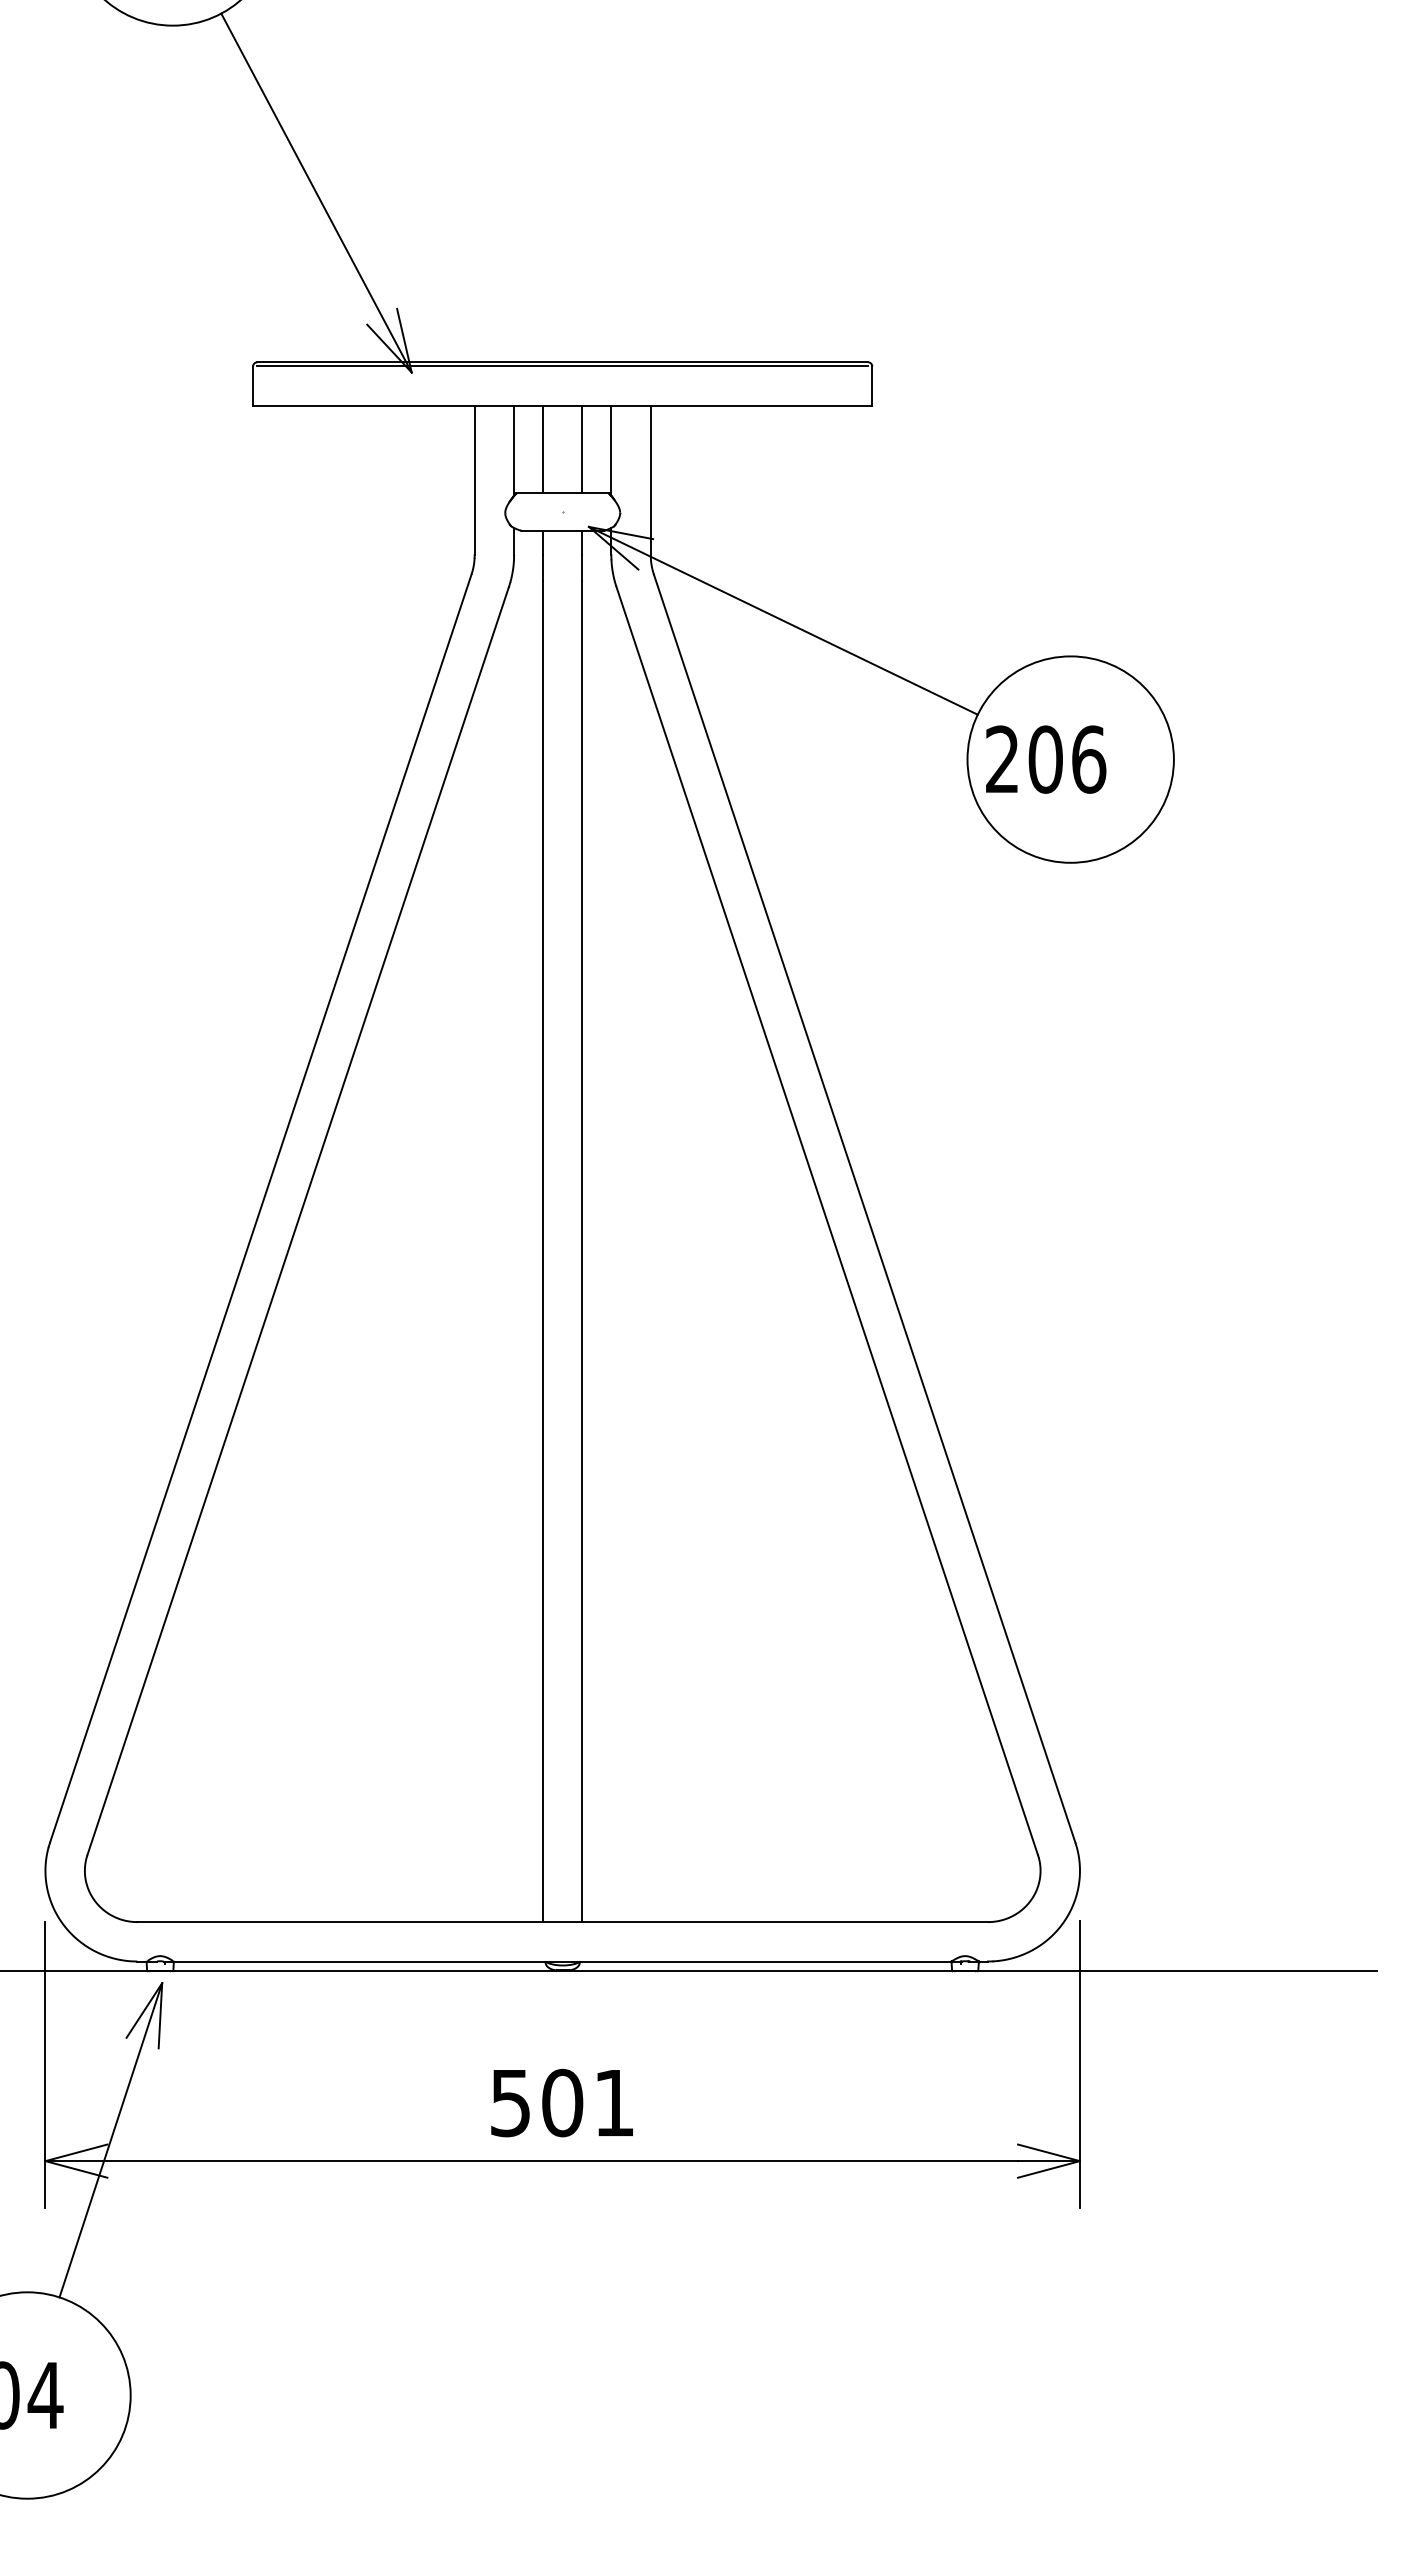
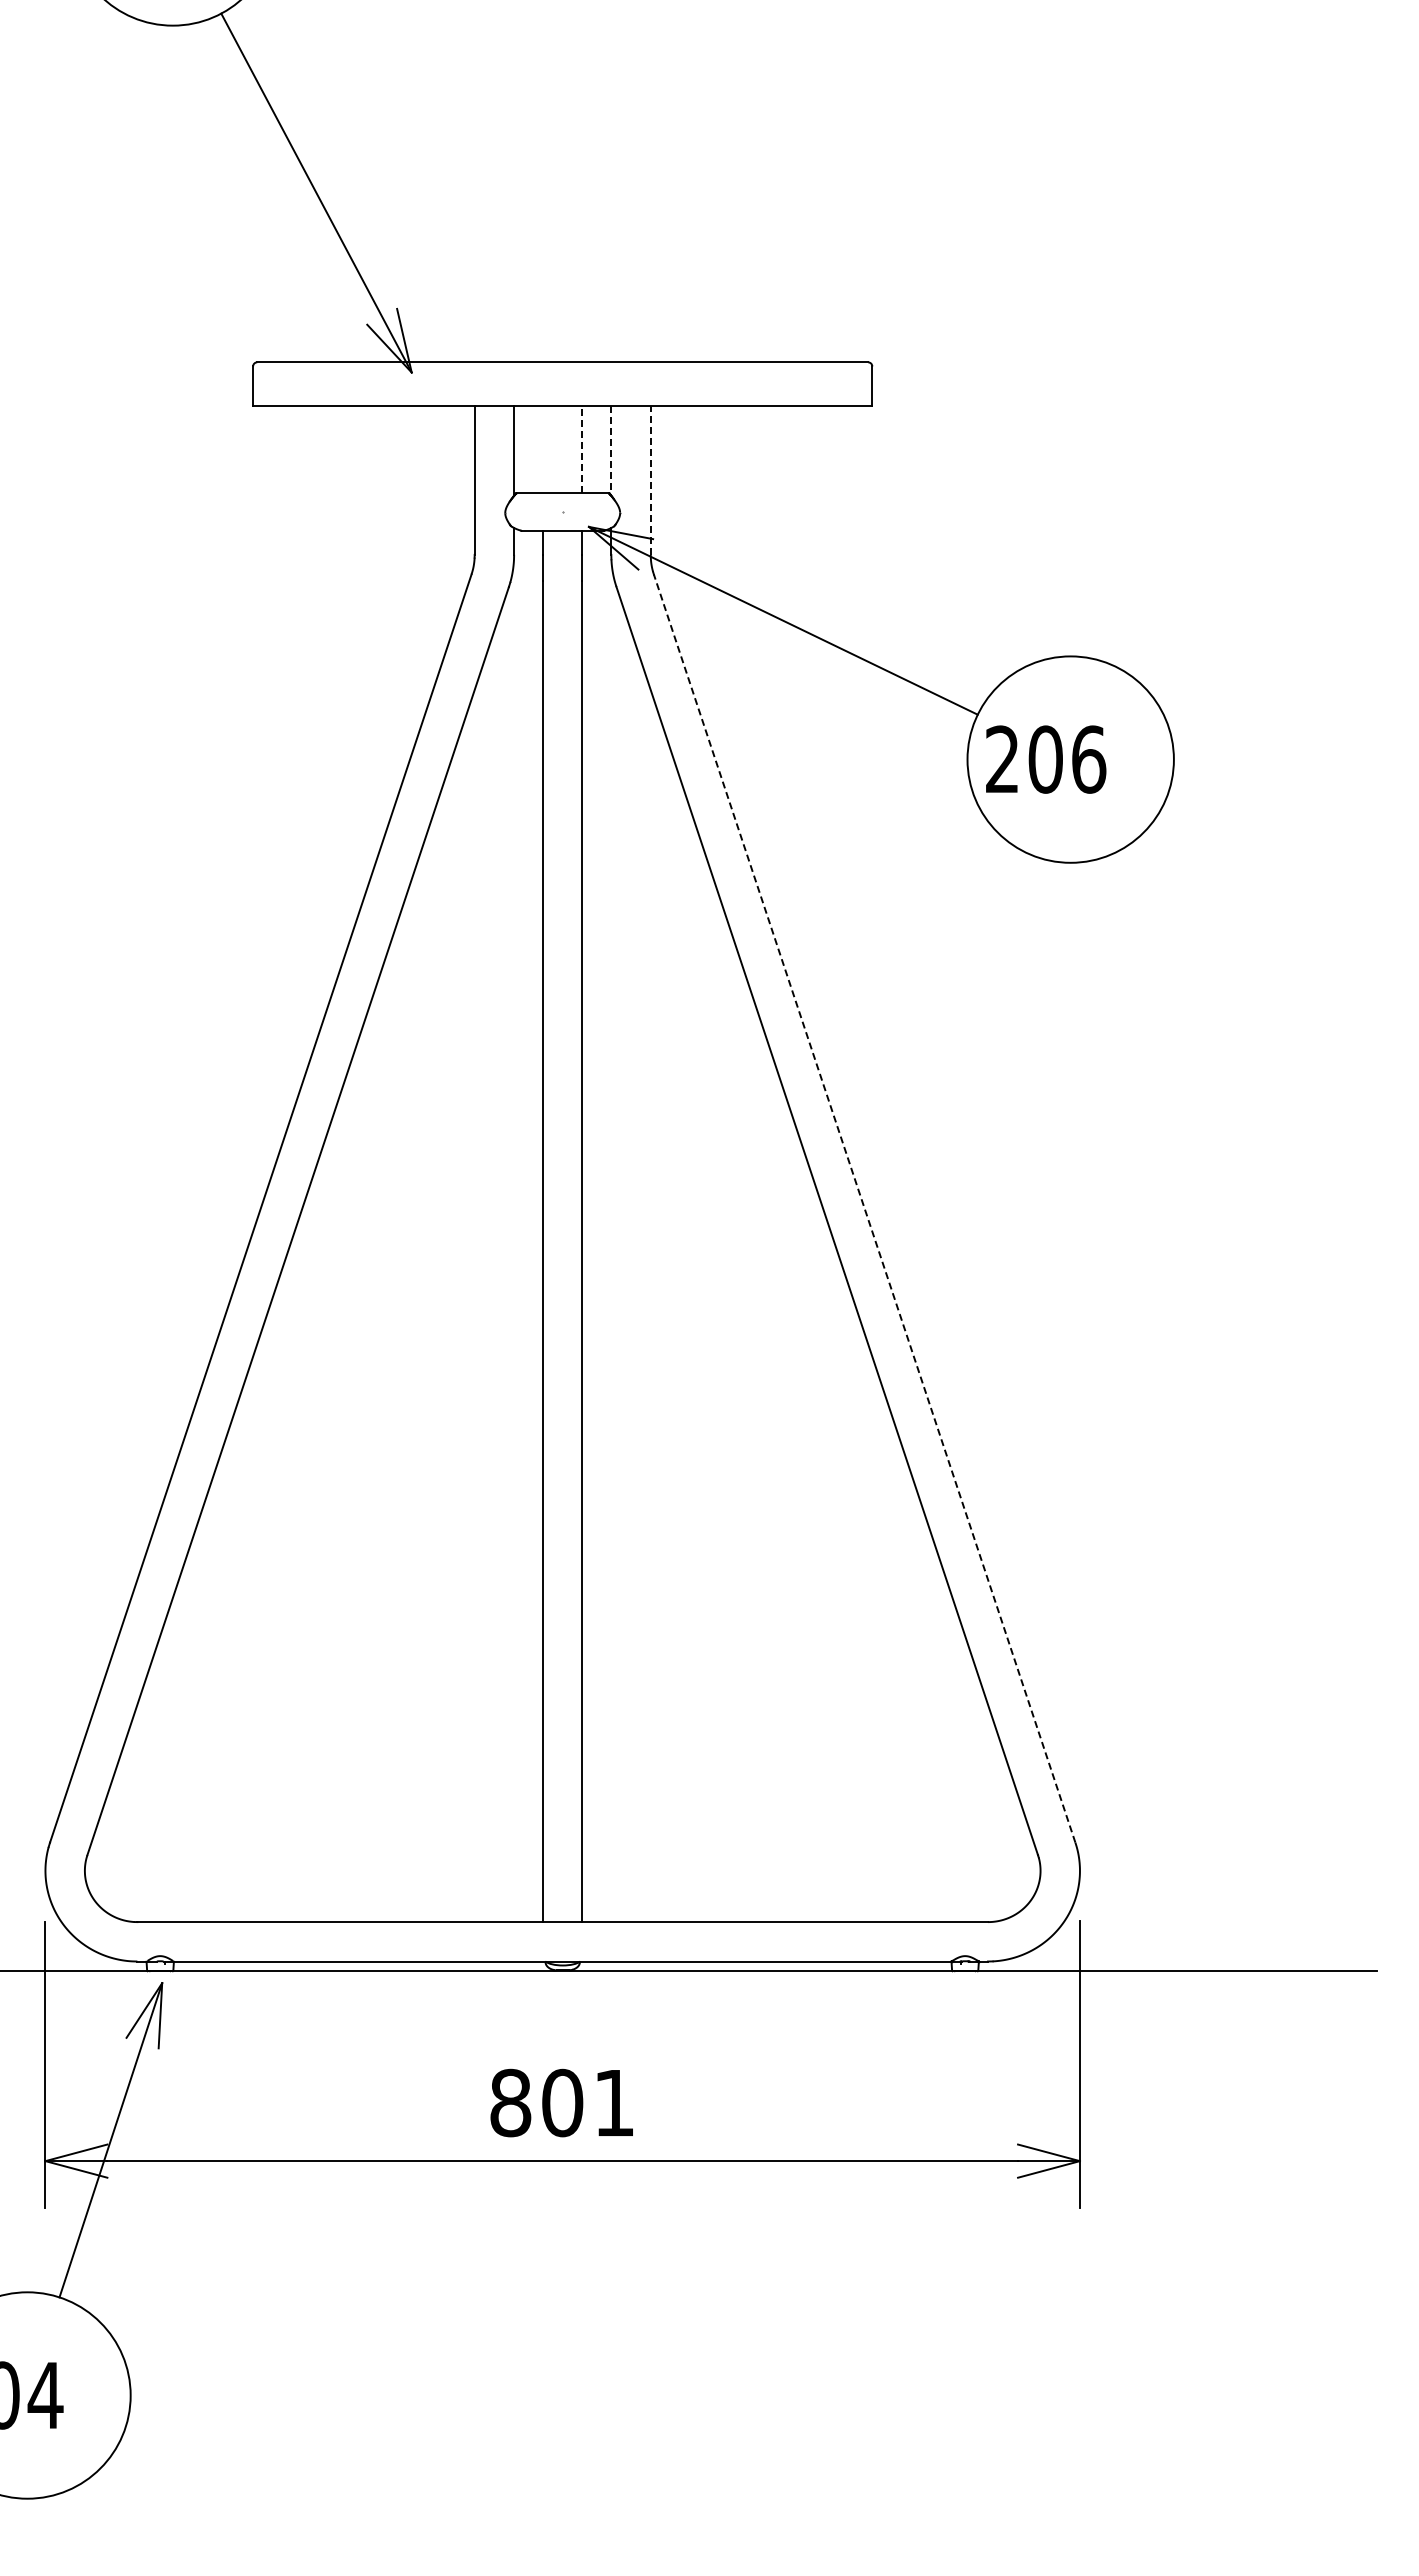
line at (562, 366): present -> none
line at (543, 449): present -> none
line at (582, 449): solid -> dashed
line at (611, 451): solid -> dashed
line at (650, 480): solid -> dashed
line at (864, 1208): solid -> dashed
text at (510, 2102): 501 -> 801
